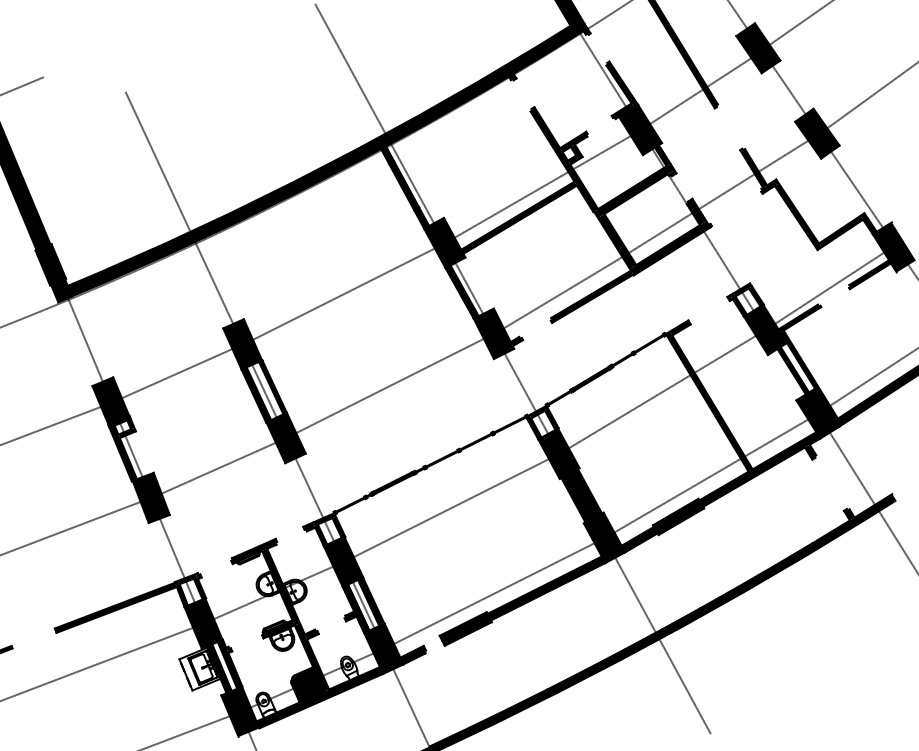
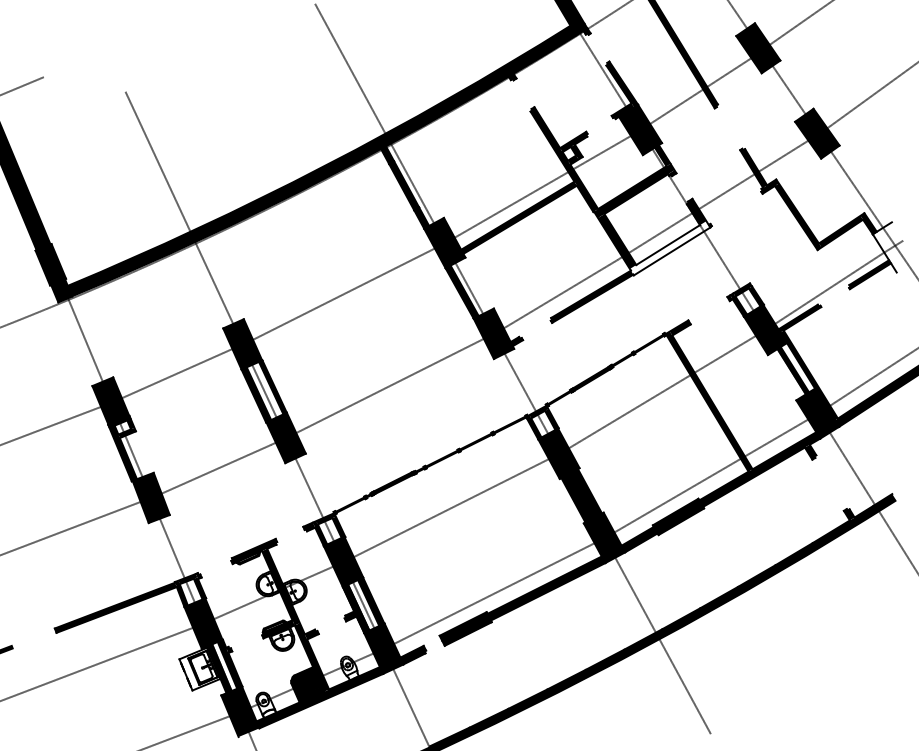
fill at (893, 247): present -> none
fill at (669, 248): present -> none
